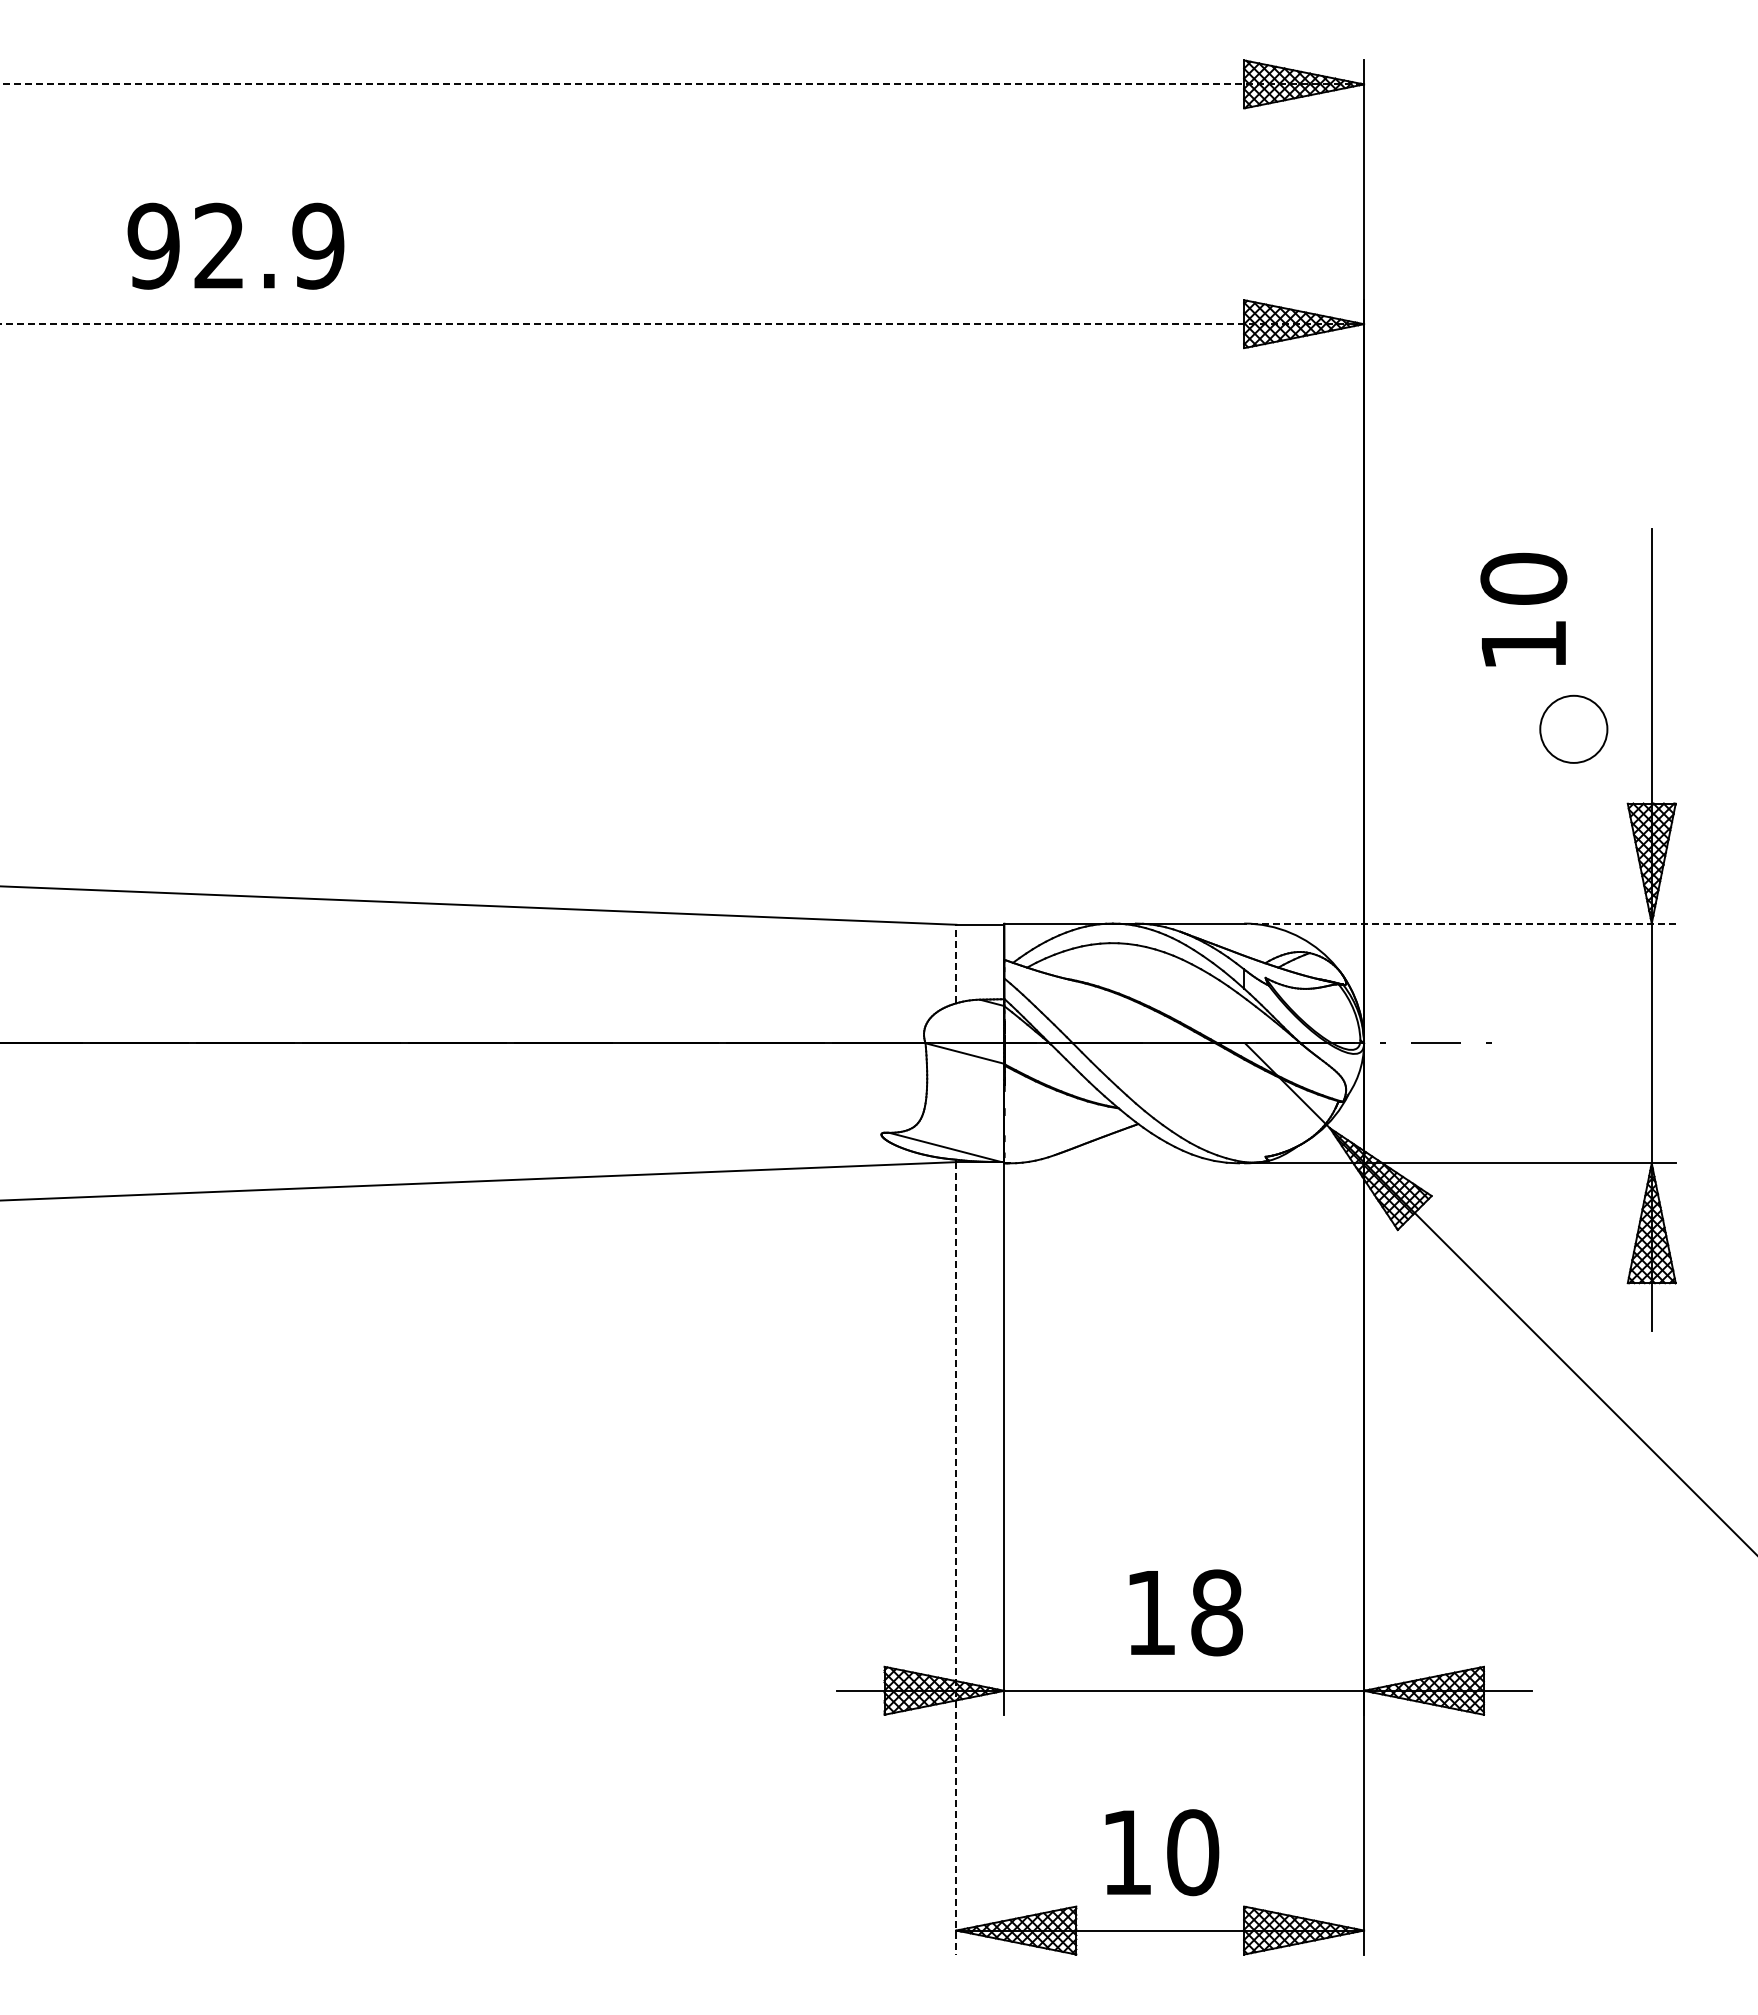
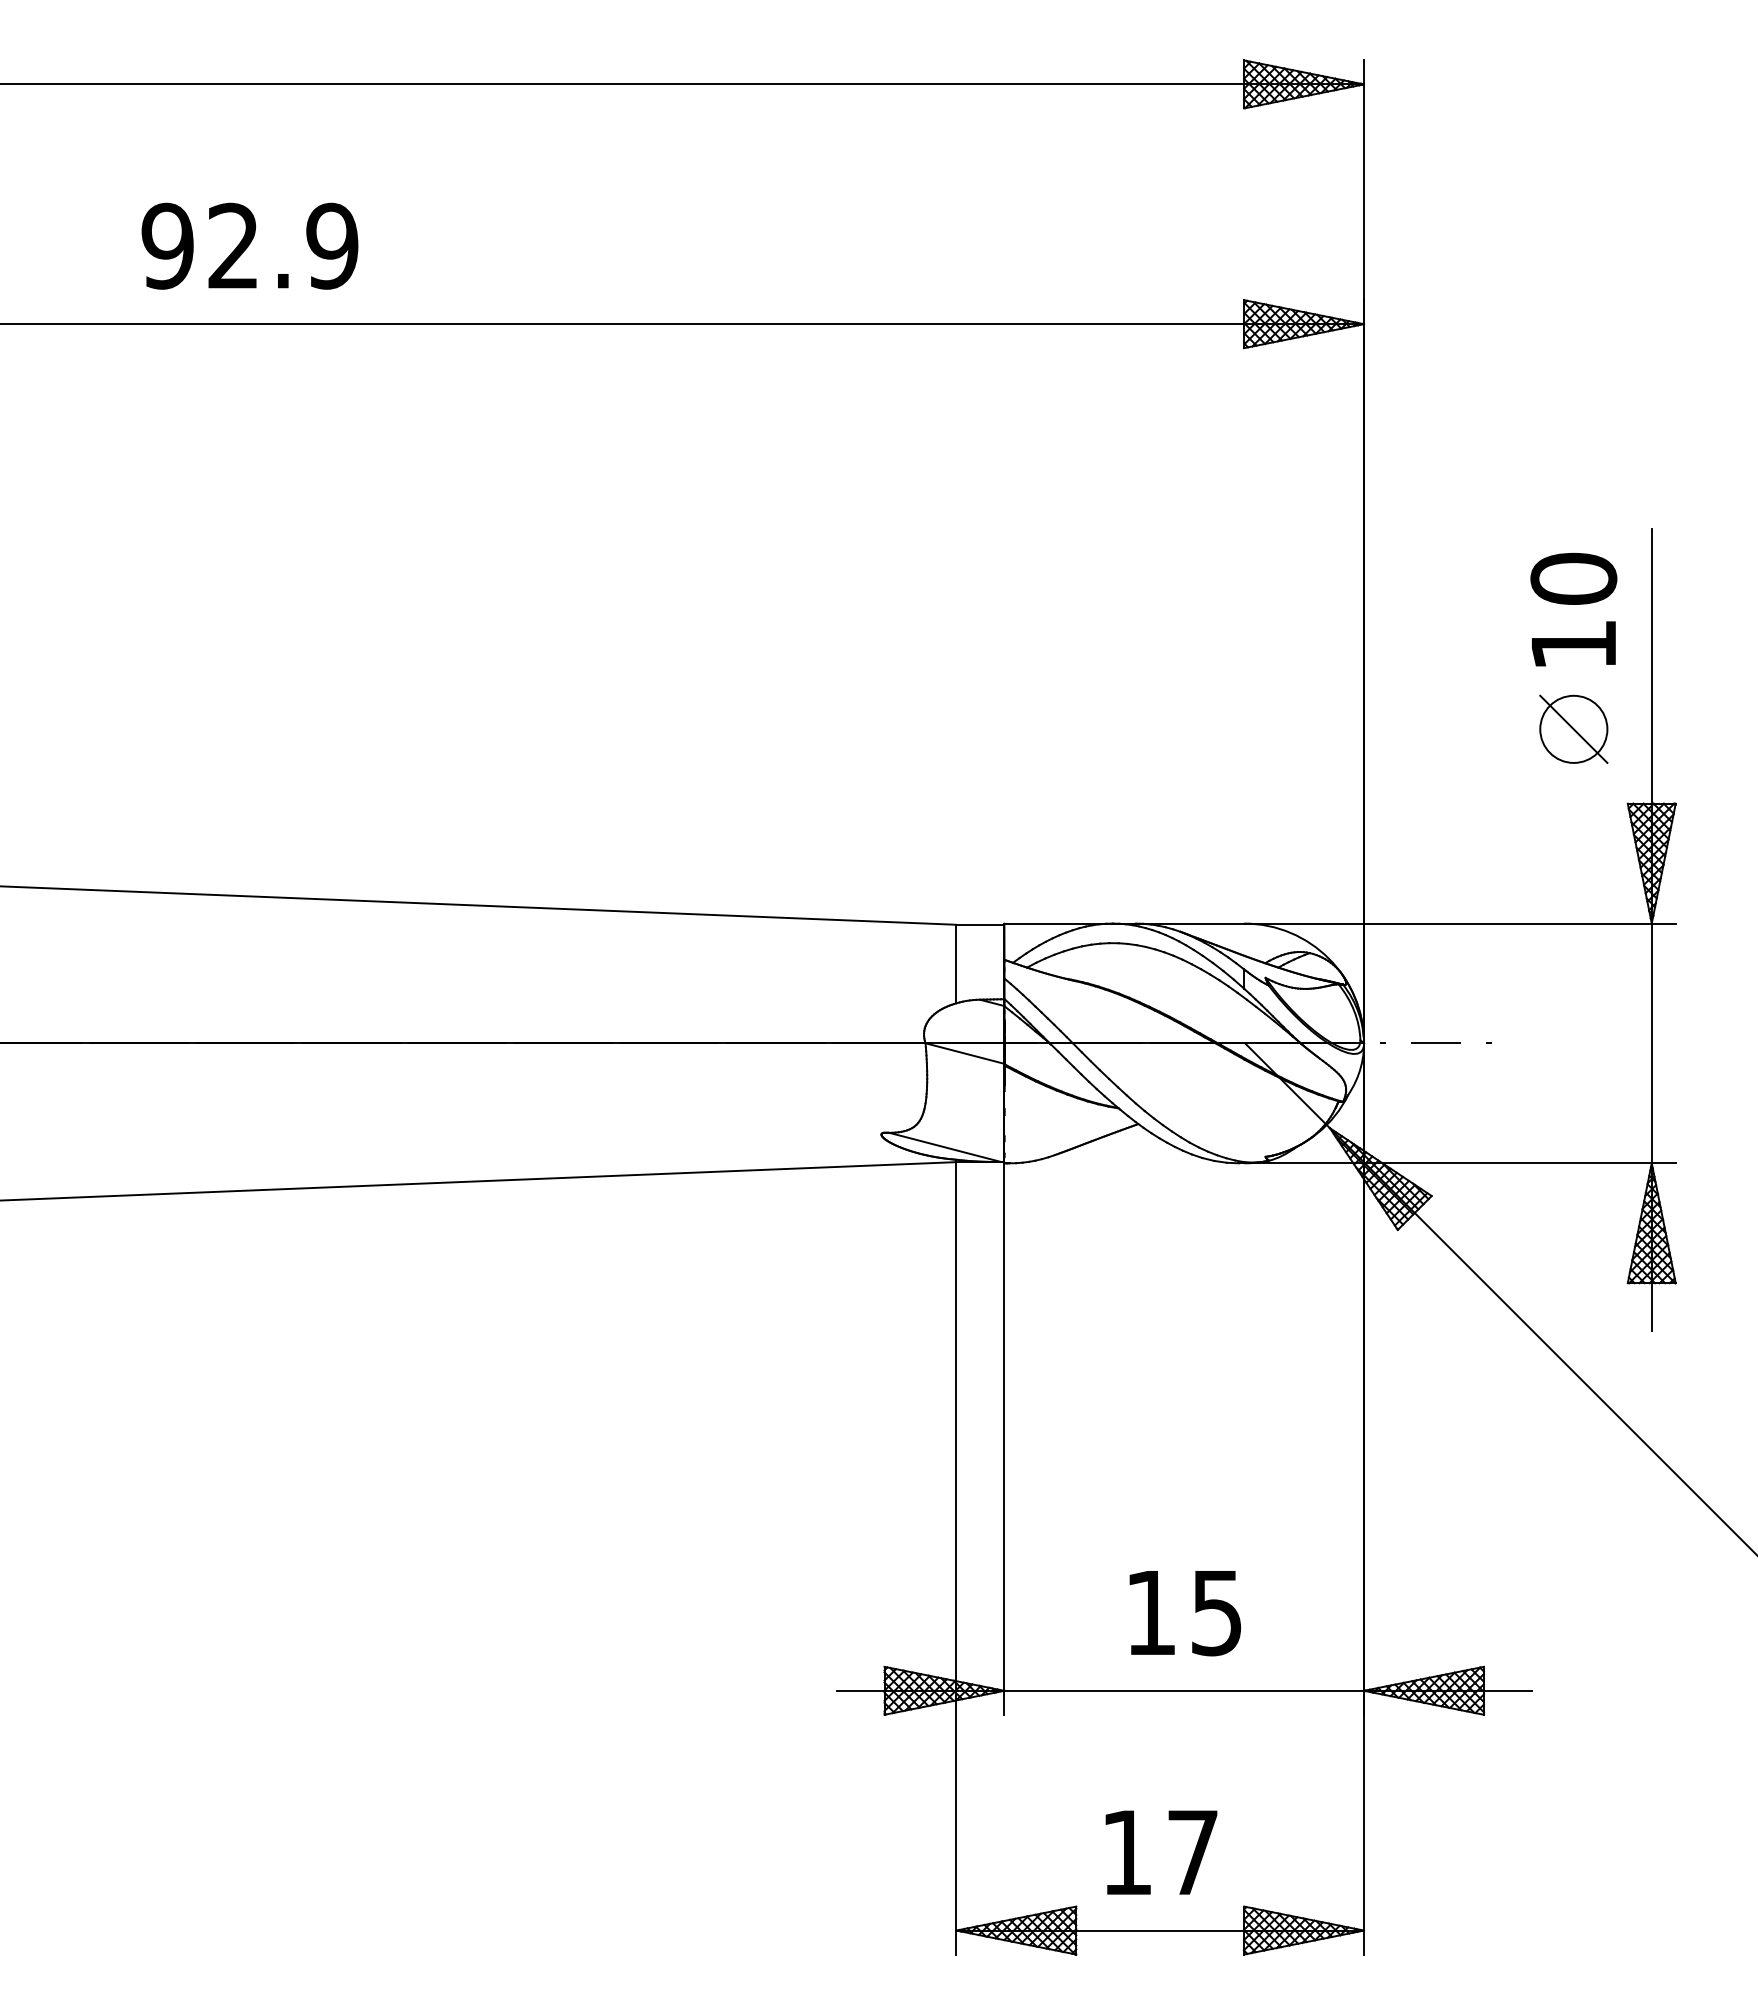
line at (682, 84): dashed -> solid
text at (235, 245) position: (235, 245) -> (249, 245)
line at (682, 324): dashed -> solid
text at (1523, 609) position: (1523, 609) -> (1573, 609)
line at (1573, 728): none -> present
line at (1459, 923): dashed -> solid
line at (956, 963): dashed -> solid
line at (956, 1558): dashed -> solid
text at (1216, 1612): 18 -> 15
text at (1193, 1852): 10 -> 17
